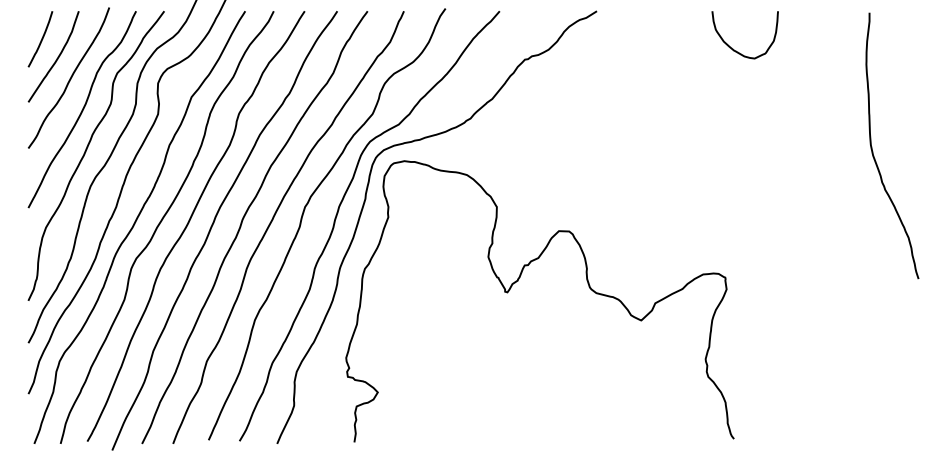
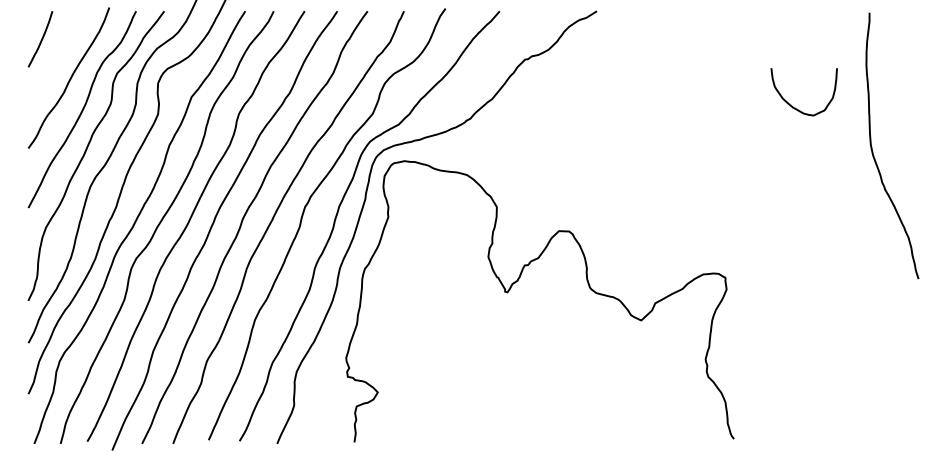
curve at (736, 50) position: (736, 50) -> (795, 107)
curve at (56, 58): present -> none
